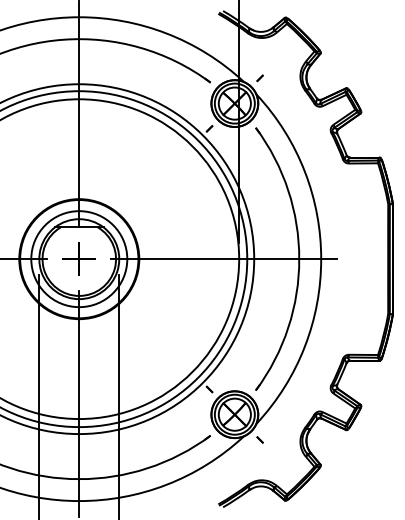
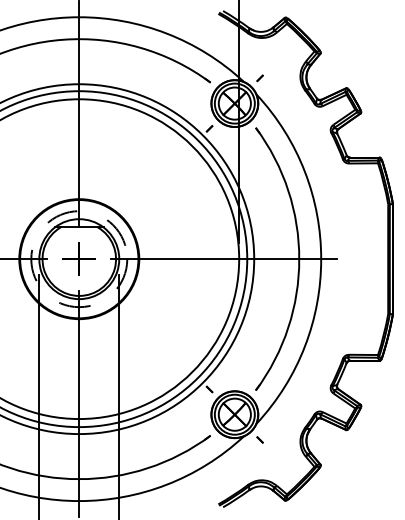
circle at (79, 259): solid -> dashed
